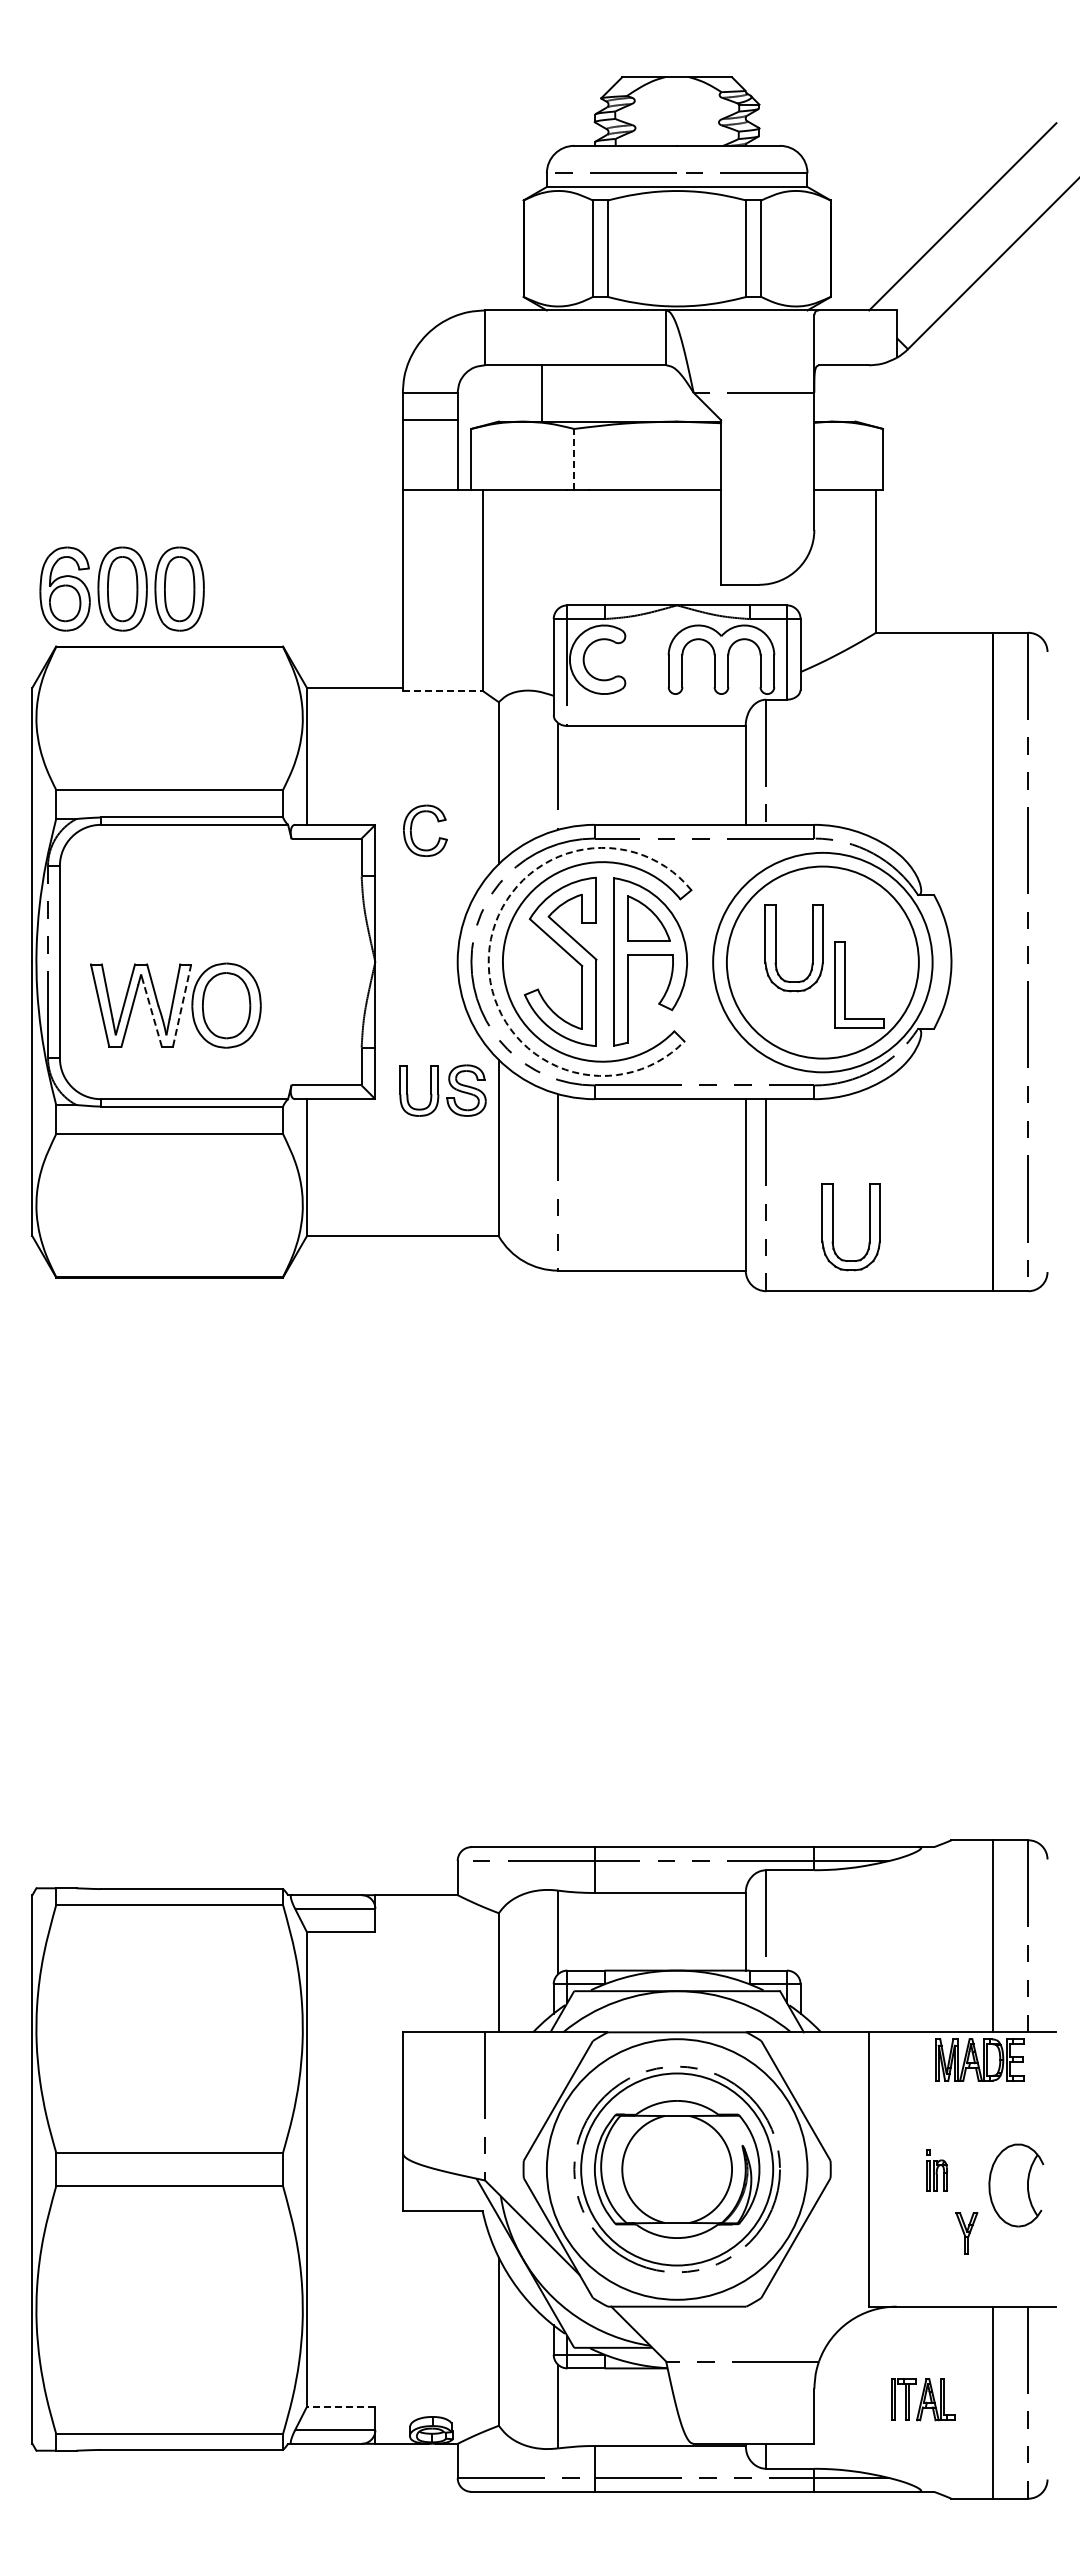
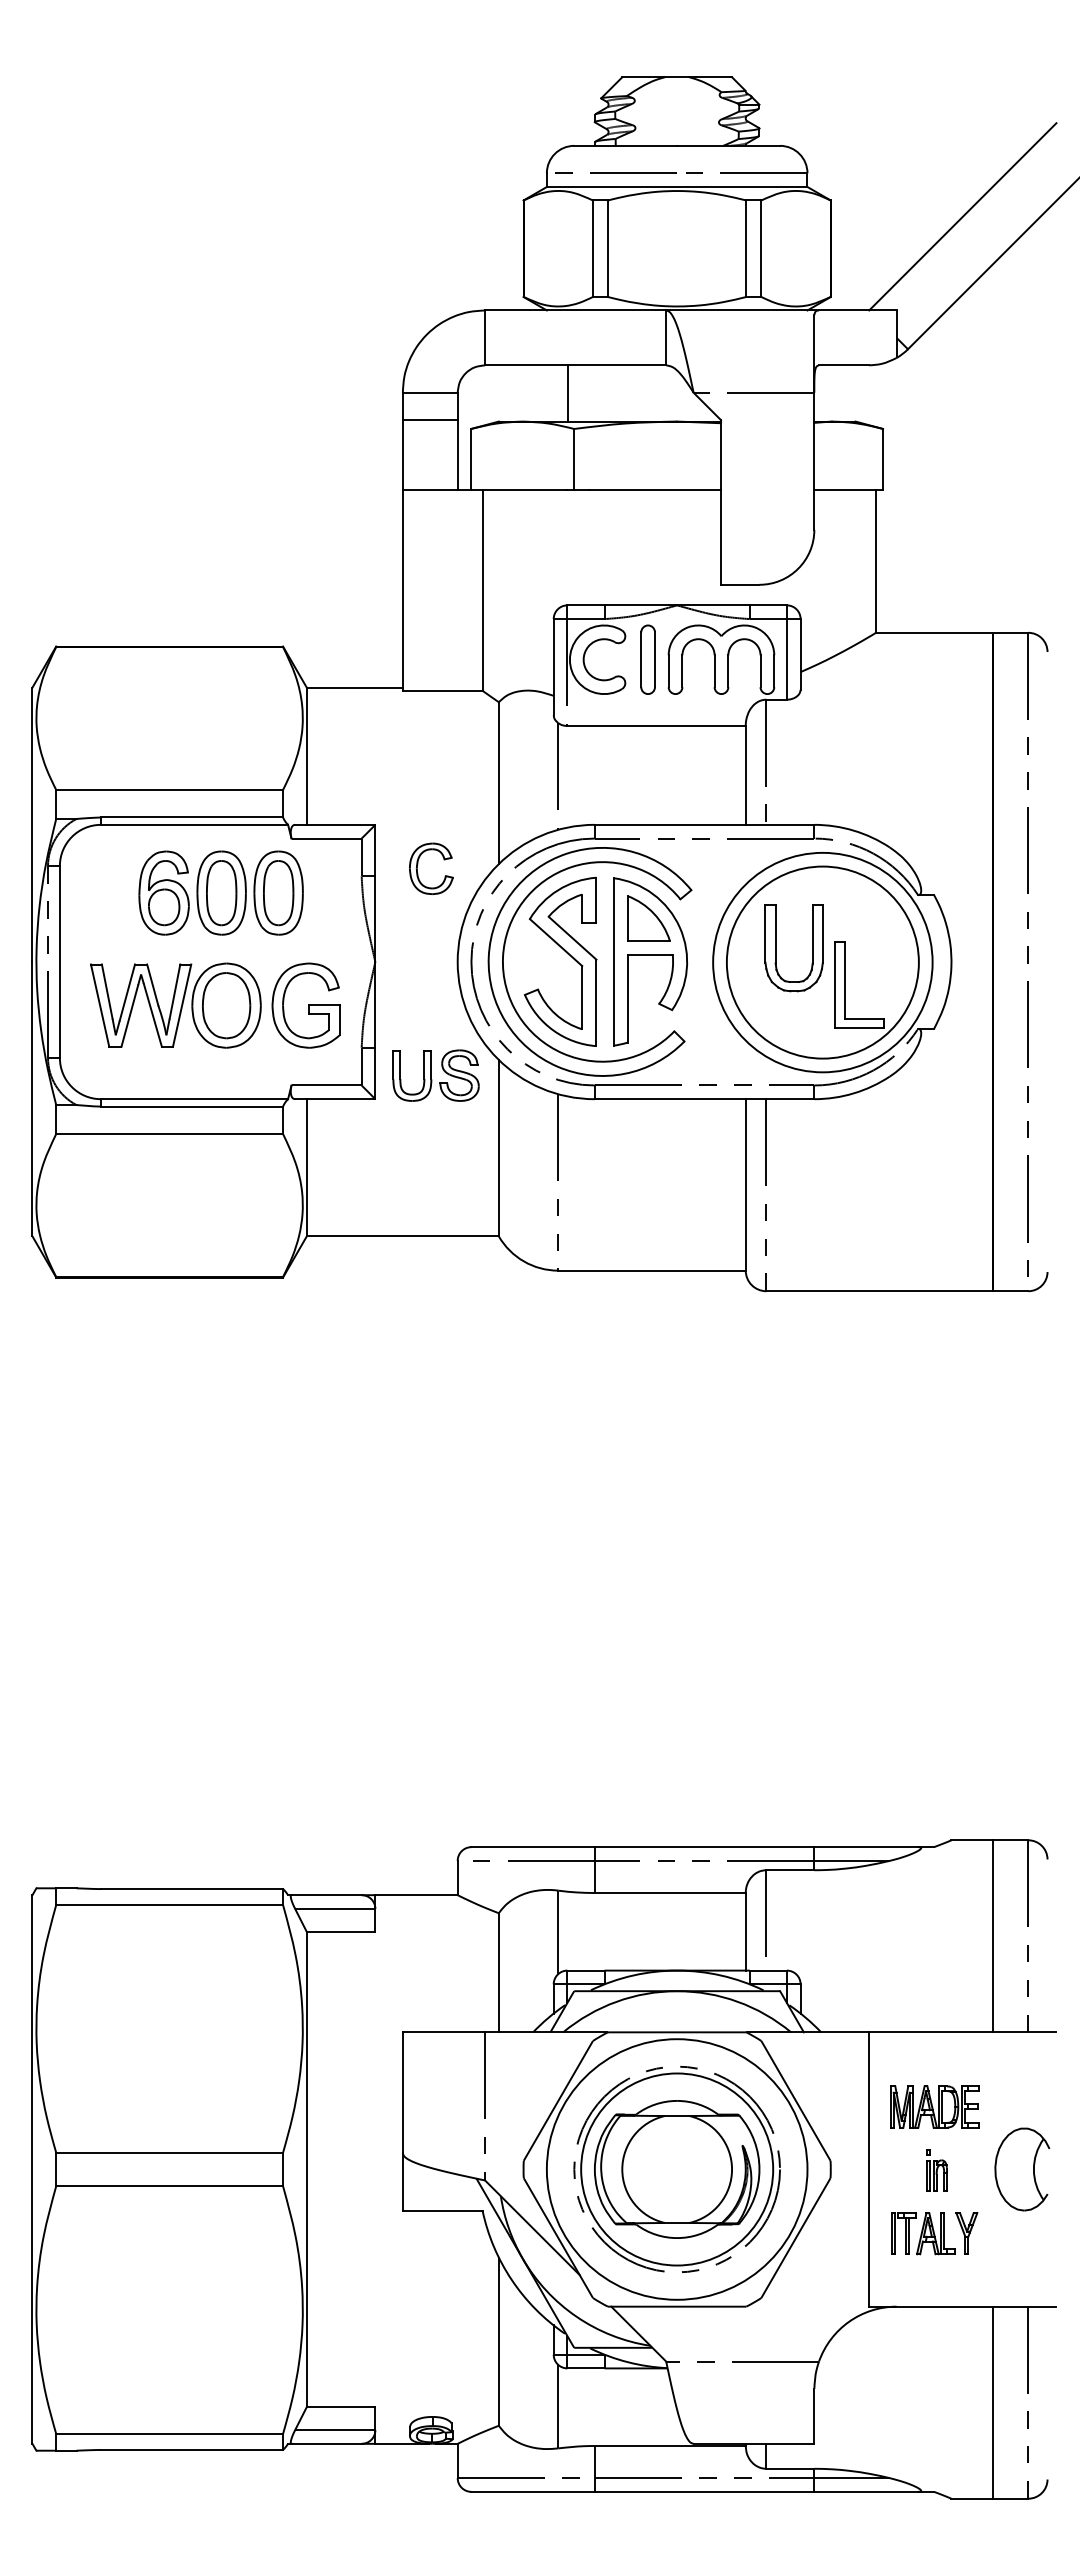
line at (542, 393) position: (542, 393) -> (568, 393)
line at (574, 459): dashed -> solid
part at (121, 588) position: (121, 588) -> (220, 892)
part at (647, 659): none -> present
line at (442, 690): dashed -> solid
part at (412, 826) position: (412, 826) -> (418, 864)
arc at (488, 956): dashed -> solid
part at (305, 1005): none -> present
line at (182, 1006): dashed -> solid
line at (152, 1015): dashed -> solid
part at (442, 1090) position: (442, 1090) -> (435, 1075)
part at (833, 1227): present -> none
part at (979, 2059) position: (979, 2059) -> (934, 2106)
part at (1016, 2185) position: (1016, 2185) -> (1022, 2169)
part at (923, 2399) position: (923, 2399) -> (923, 2233)
line at (340, 2407): dashed -> solid
